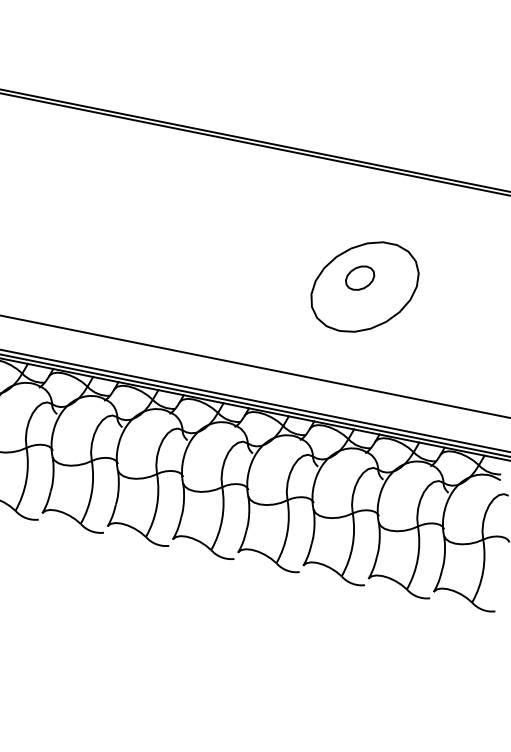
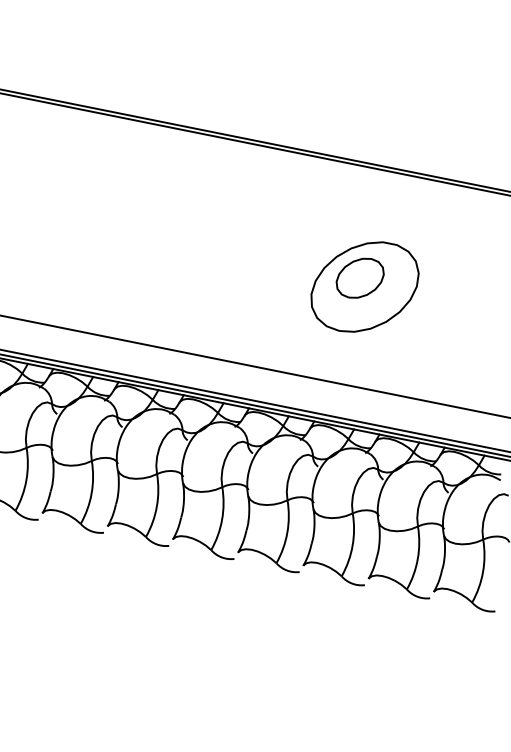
part at (360, 277) size: 31x26 px -> 50x42 px
